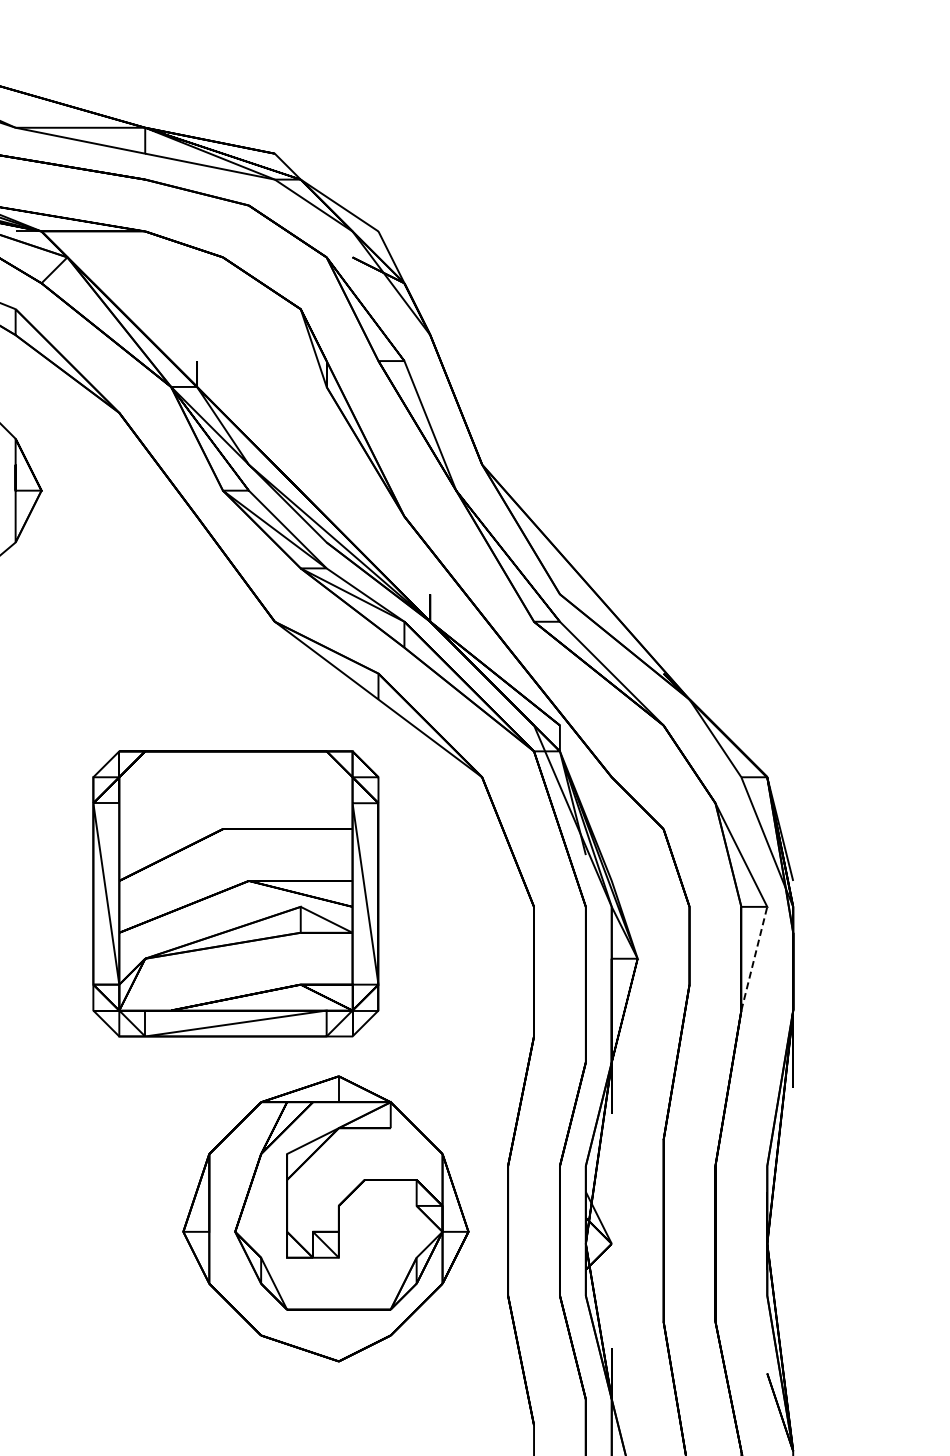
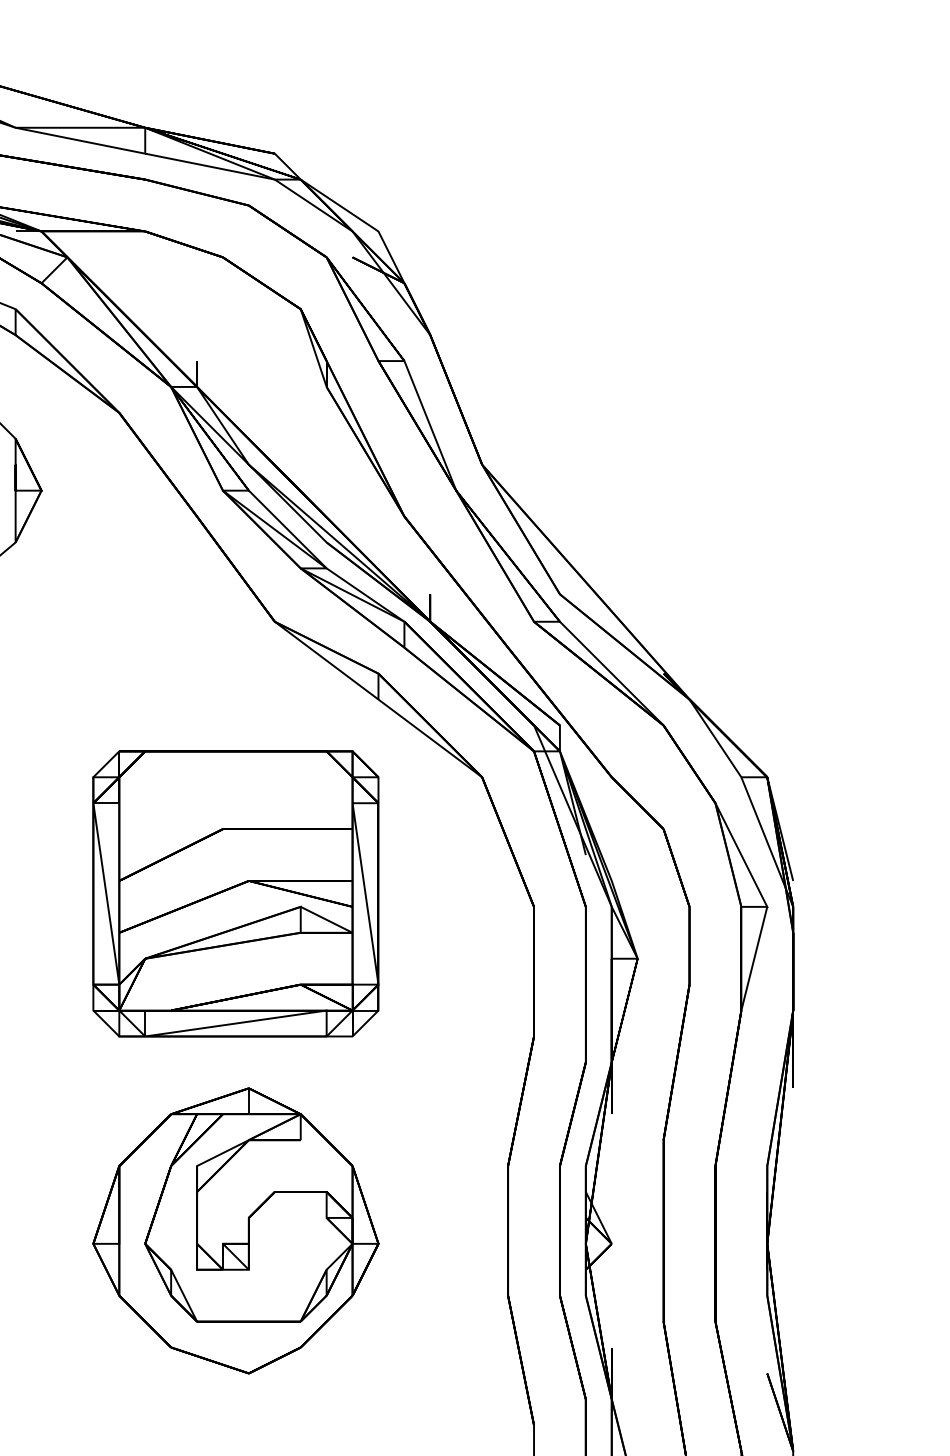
line at (754, 958): dashed -> solid
part at (325, 1218) position: (325, 1218) -> (235, 1230)
